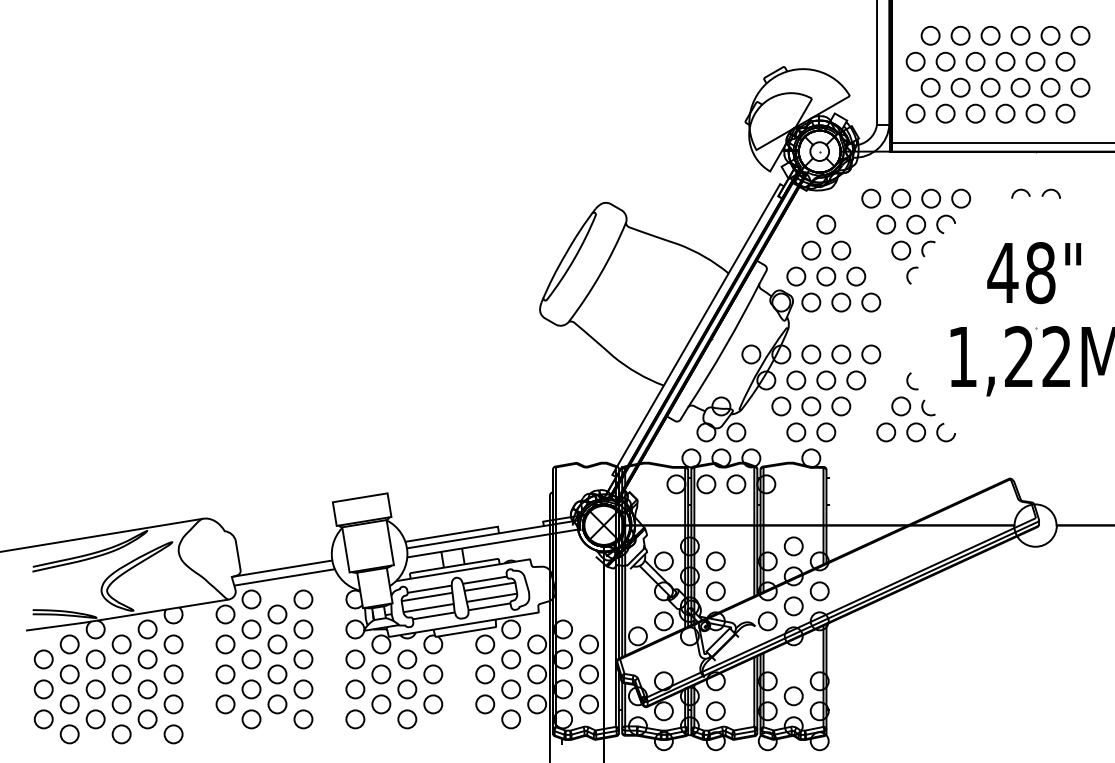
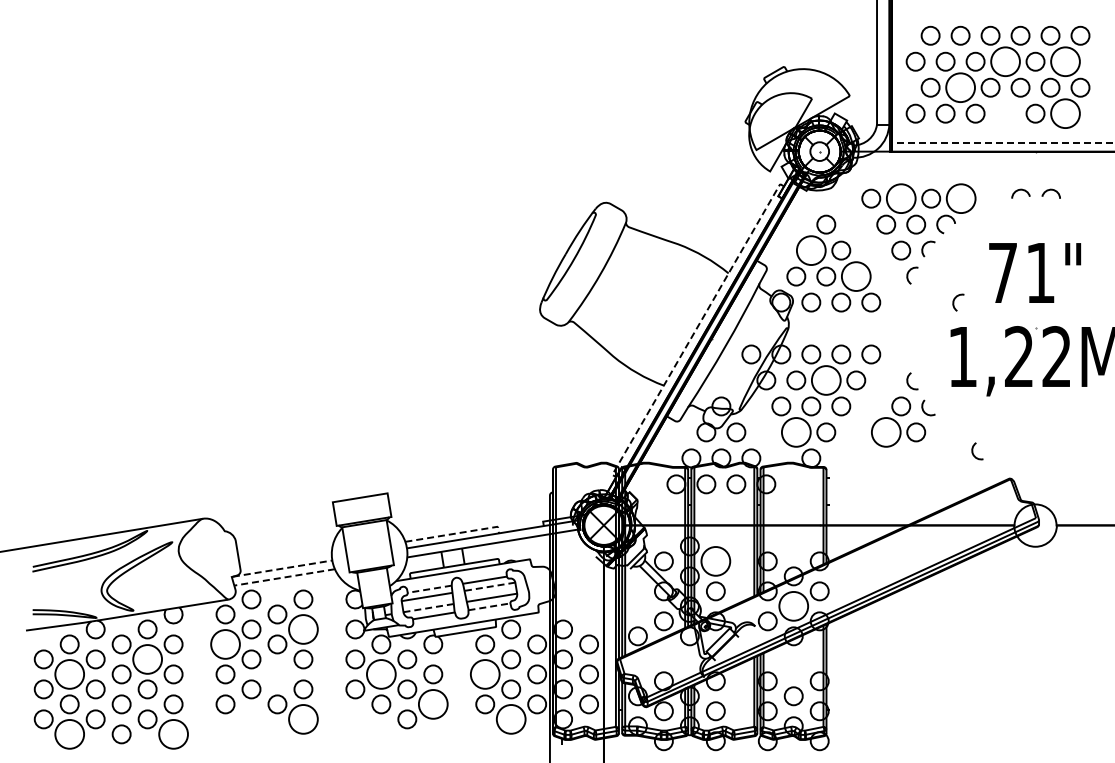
circle at (1005, 61) diameter: 18 px -> 29 px
circle at (1065, 61) diameter: 18 px -> 29 px
circle at (960, 87) diameter: 18 px -> 29 px
circle at (1005, 113): present -> none
circle at (1065, 113) diameter: 18 px -> 29 px
line at (1002, 142): solid -> dashed
circle at (901, 198) diameter: 18 px -> 29 px
circle at (961, 198) diameter: 18 px -> 29 px
circle at (811, 250) diameter: 18 px -> 29 px
text at (1021, 273): 48" -> 71"
circle at (856, 276) diameter: 18 px -> 29 px
arc at (954, 302): none -> present
line at (696, 329): solid -> dashed
circle at (826, 380) diameter: 18 px -> 29 px
circle at (796, 432) diameter: 18 px -> 29 px
circle at (886, 432) diameter: 18 px -> 29 px
arc at (938, 432): present -> none
arc at (973, 451): none -> present
line at (455, 533): solid -> dashed
circle at (793, 546): present -> none
circle at (715, 561) diameter: 18 px -> 29 px
line at (283, 568): solid -> dashed
line at (284, 577): solid -> dashed
line at (489, 586): solid -> dashed
line at (429, 589): solid -> dashed
line at (489, 606): solid -> dashed
circle at (793, 606) diameter: 18 px -> 29 px
line at (428, 608): solid -> dashed
circle at (303, 629) diameter: 18 px -> 29 px
circle at (225, 644) diameter: 18 px -> 29 px
circle at (147, 659) diameter: 18 px -> 29 px
circle at (69, 674) diameter: 18 px -> 29 px
circle at (277, 674): present -> none
circle at (381, 674) diameter: 18 px -> 29 px
circle at (485, 674) diameter: 18 px -> 29 px
circle at (433, 704) diameter: 18 px -> 29 px
circle at (251, 719): present -> none
circle at (303, 719) diameter: 18 px -> 29 px
circle at (355, 719): present -> none
circle at (511, 719) diameter: 18 px -> 29 px
circle at (69, 734) diameter: 18 px -> 29 px
circle at (173, 734) diameter: 18 px -> 29 px
